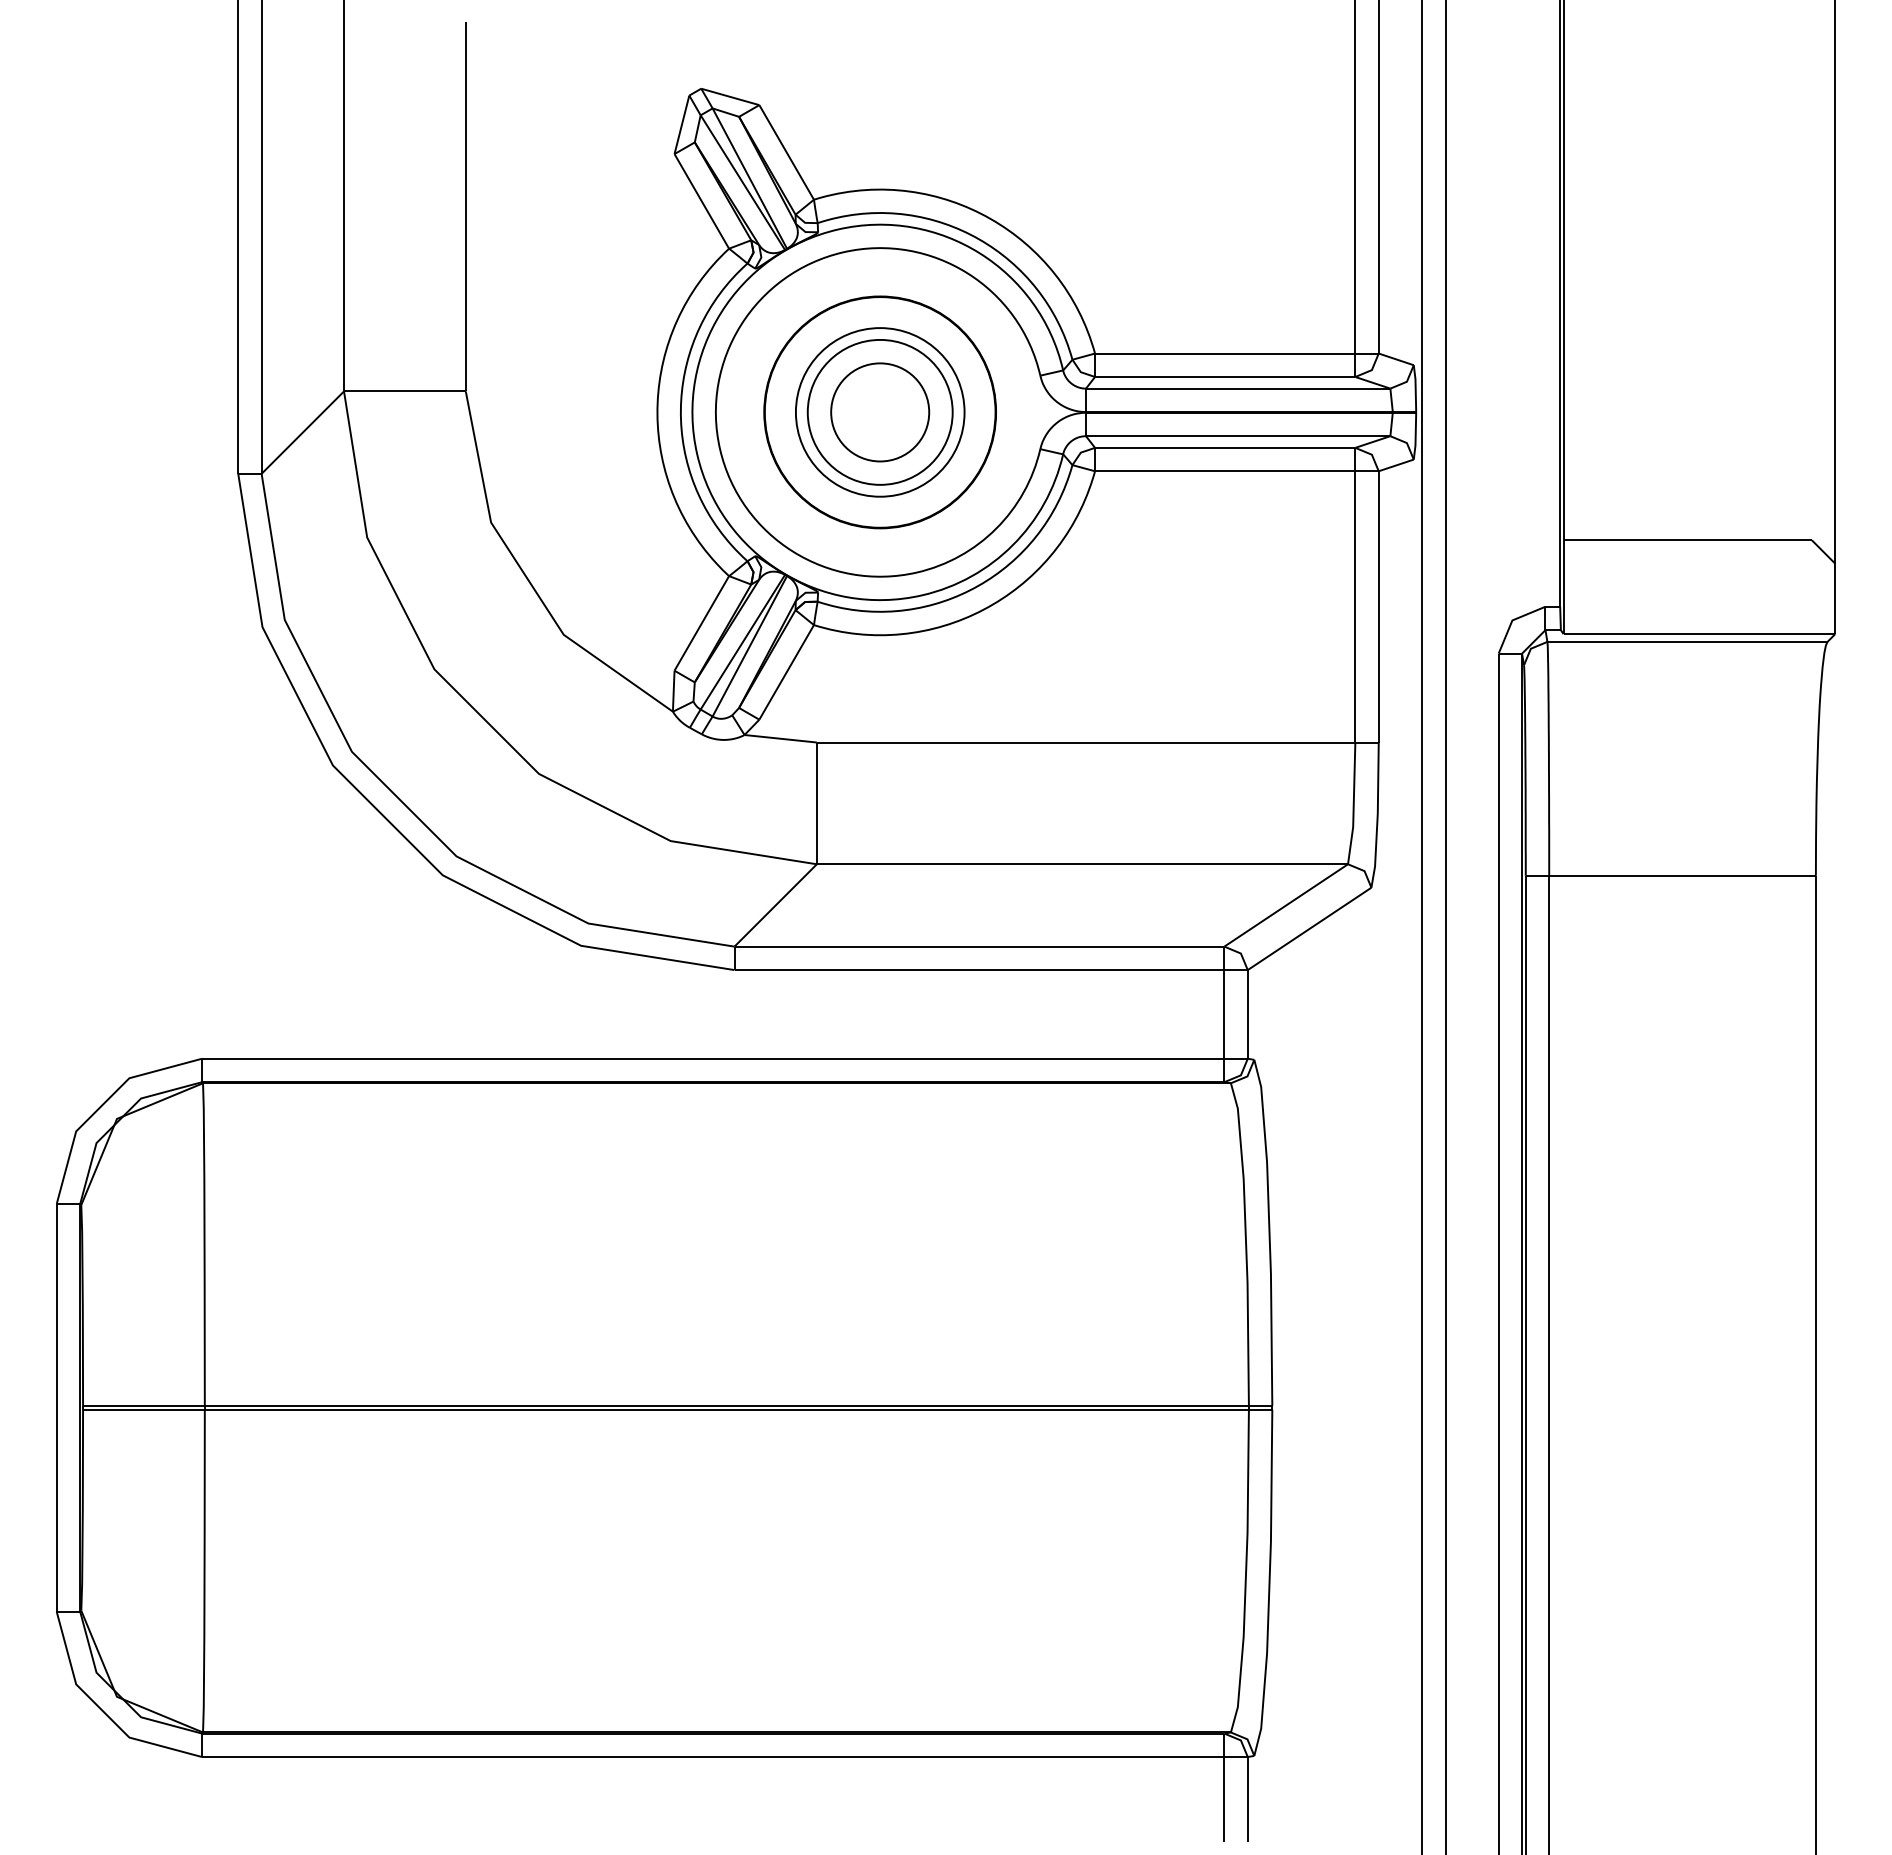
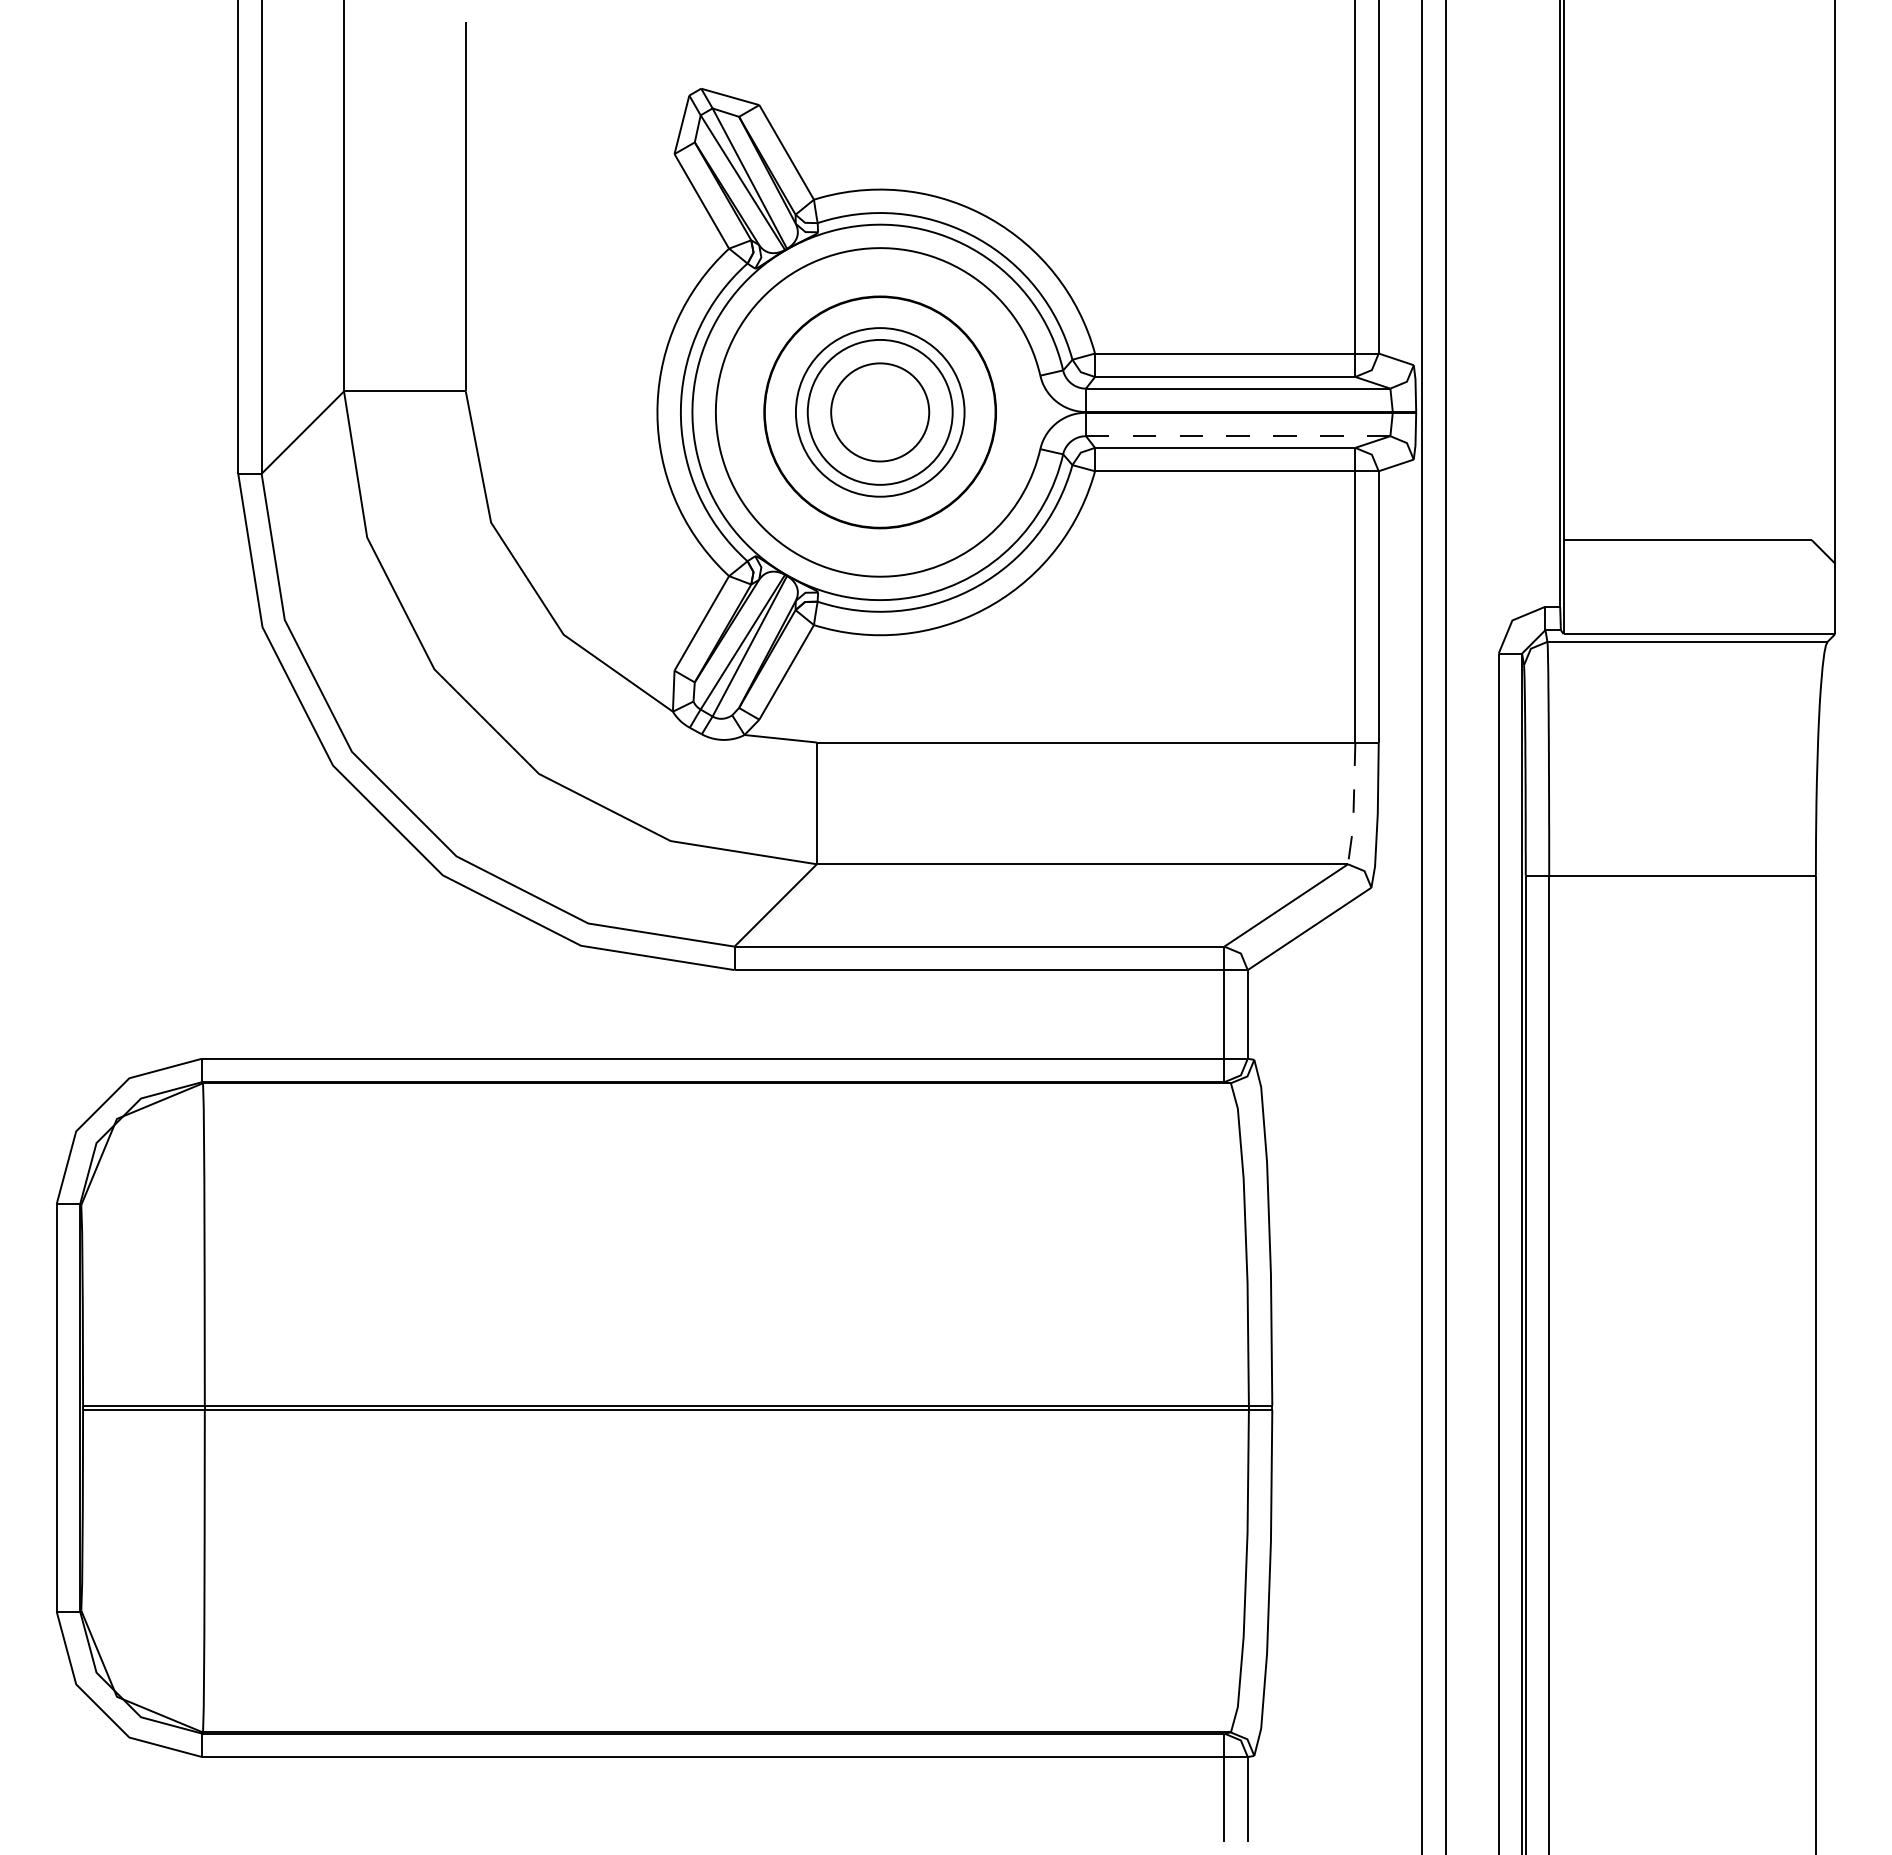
line at (1237, 436): solid -> dashed
line at (1353, 804): solid -> dashed
